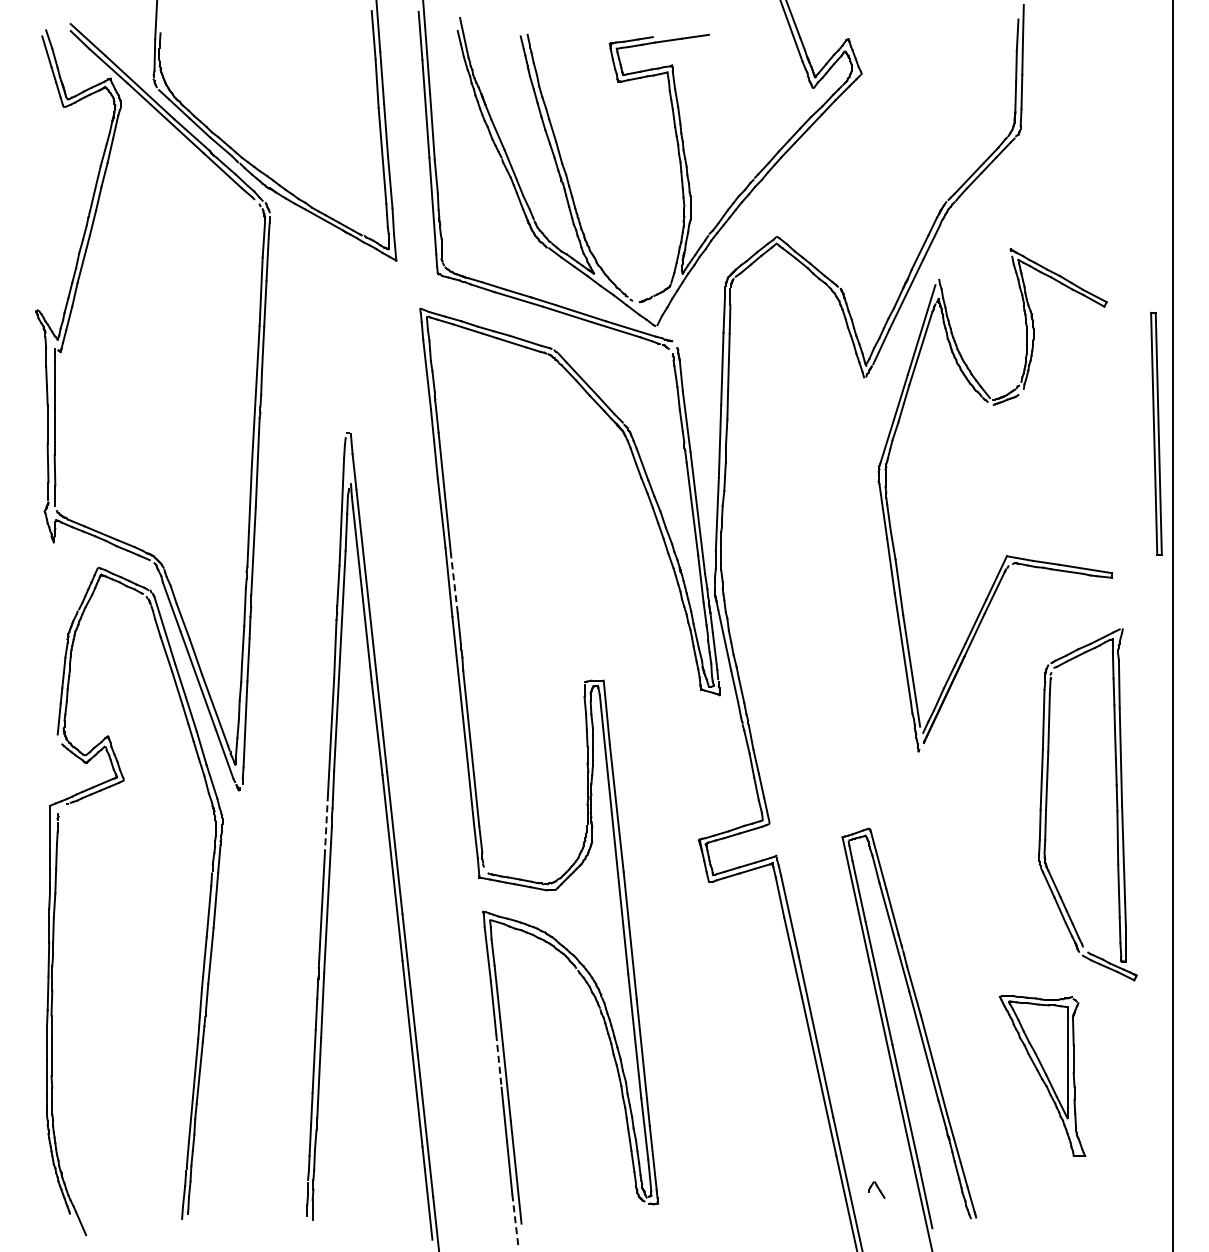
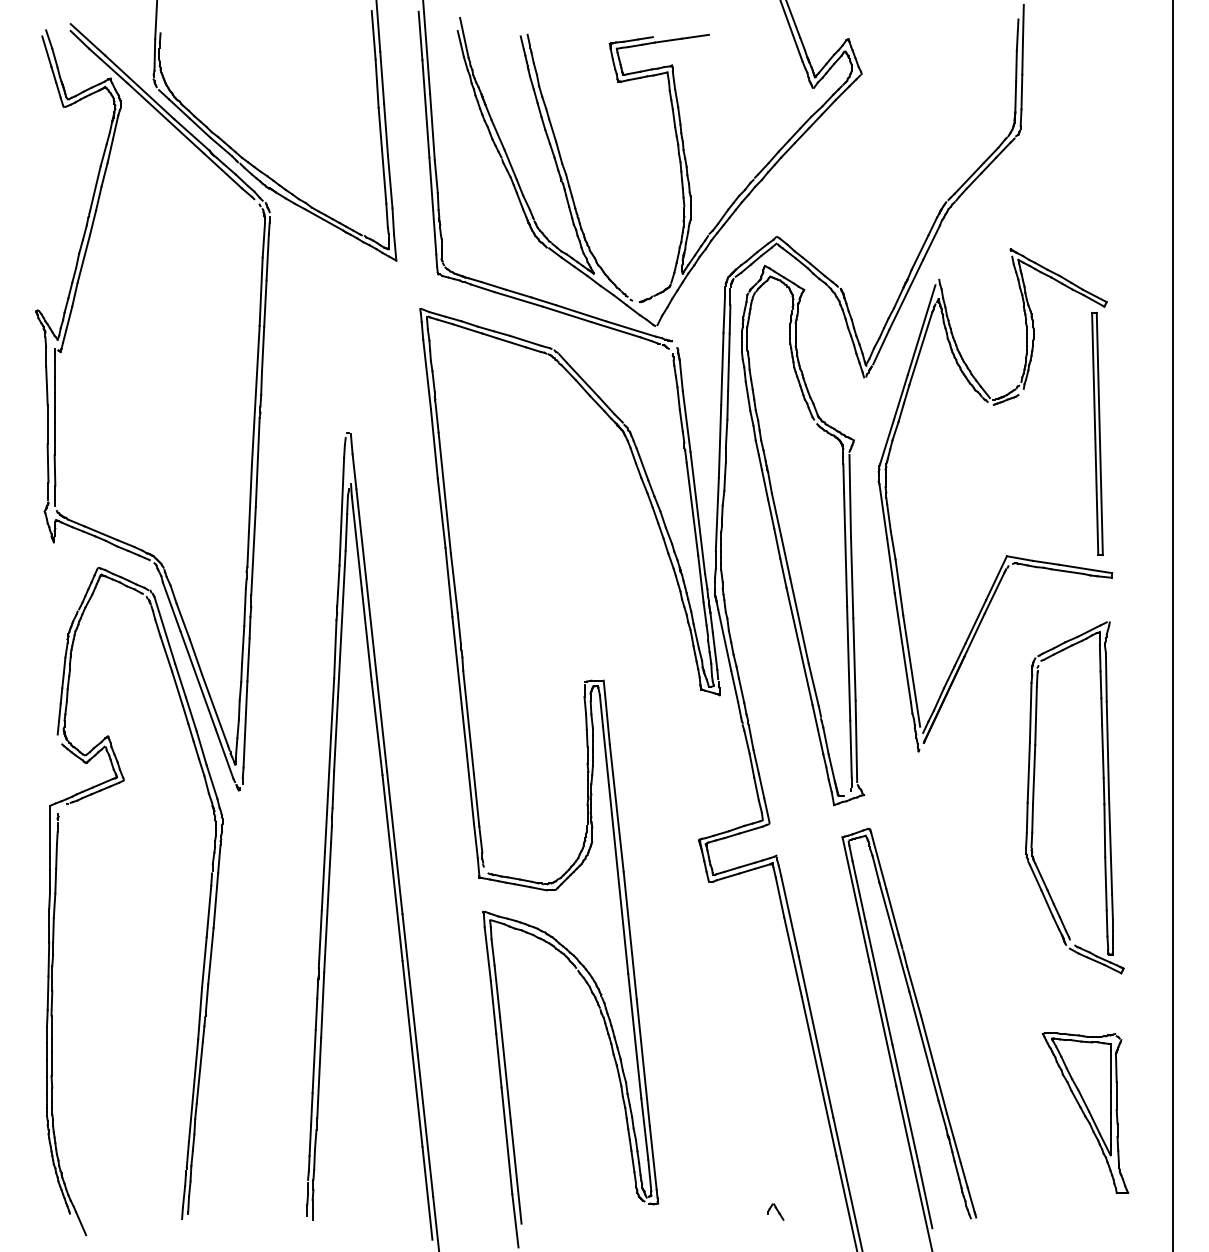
part at (1156, 433) position: (1156, 433) -> (1097, 433)
part at (783, 540): none -> present
line at (454, 582): dashed -> solid
part at (1116, 804) position: (1116, 804) -> (1103, 797)
line at (326, 823): dashed -> solid
line at (498, 1061): dashed -> solid
part at (1042, 1075) position: (1042, 1075) -> (1085, 1112)
part at (876, 1189) position: (876, 1189) -> (775, 1211)
line at (515, 1220): dashed -> solid
